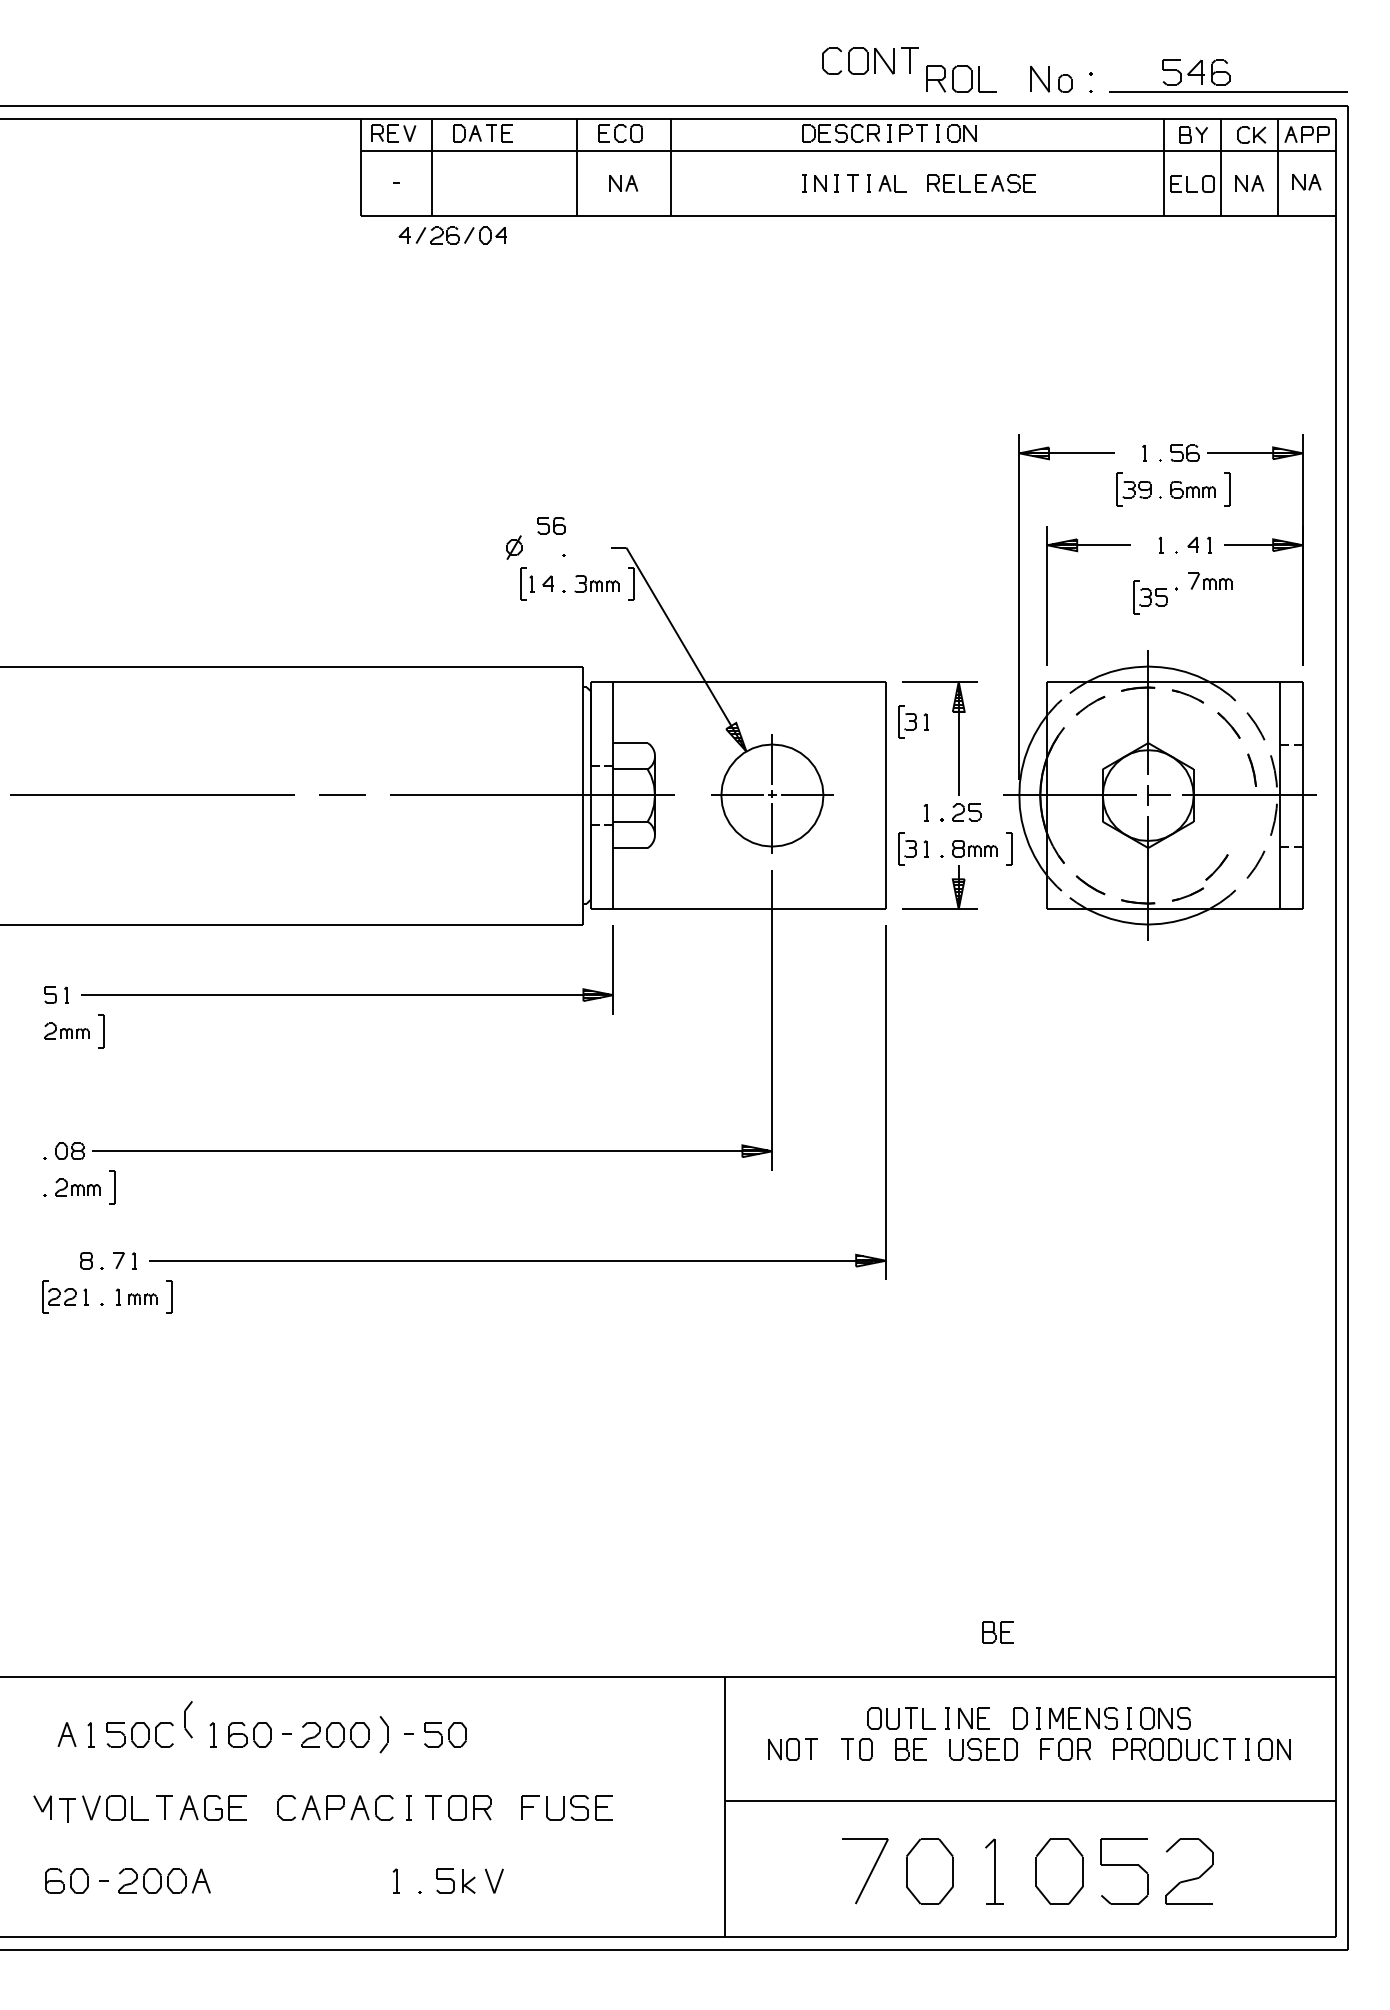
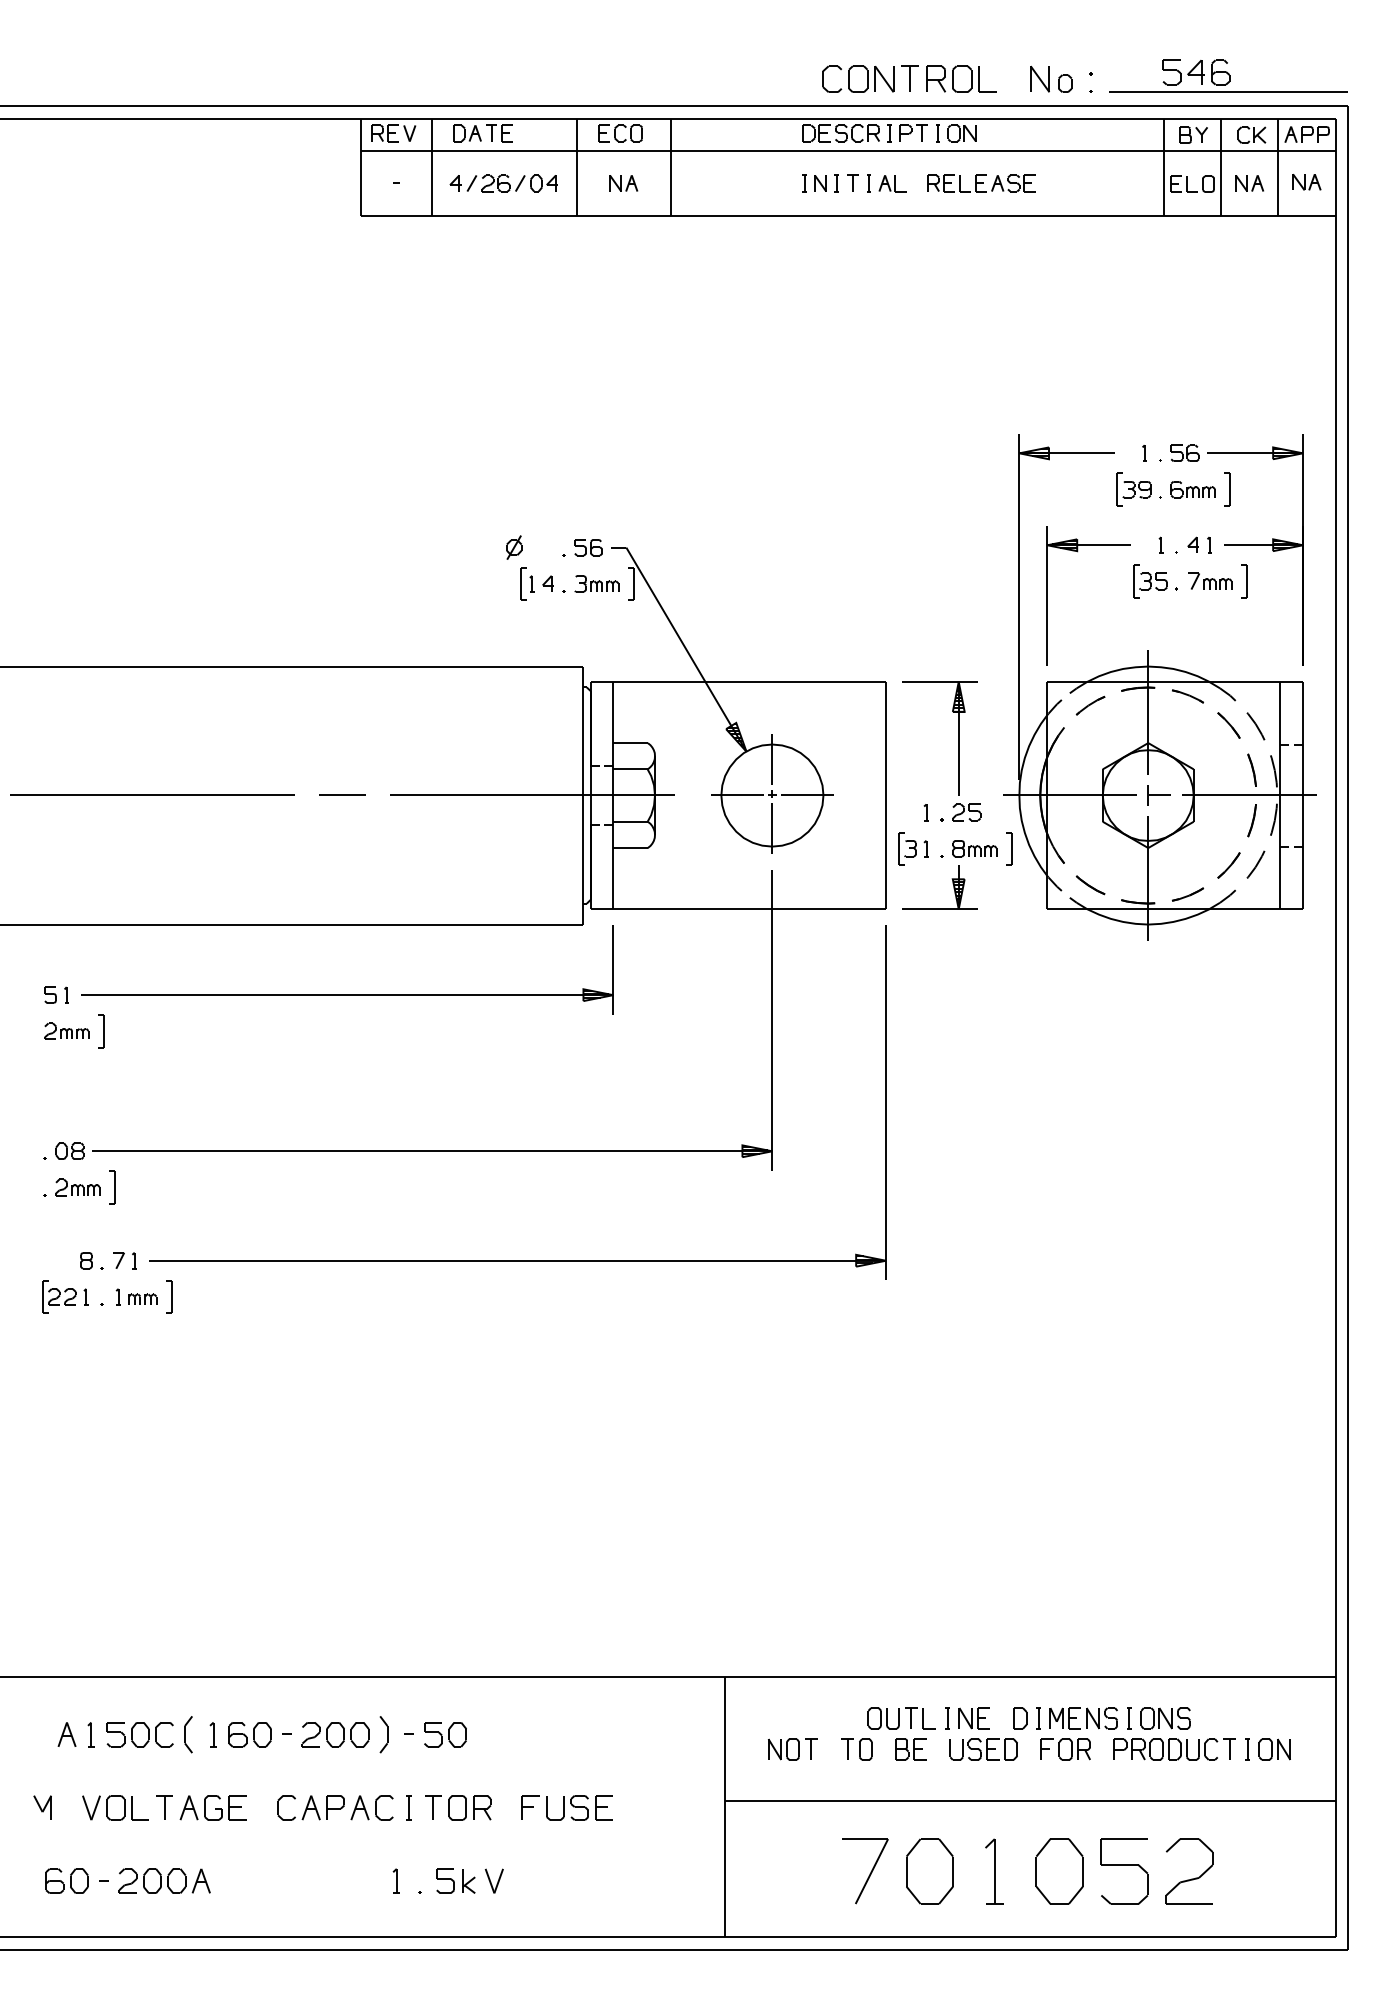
part at (870, 60) position: (870, 60) -> (870, 78)
part at (452, 235) position: (452, 235) -> (503, 183)
part at (551, 525) position: (551, 525) -> (588, 547)
part at (1244, 581): none -> present
part at (1150, 597) position: (1150, 597) -> (1150, 581)
part at (913, 721): present -> none
part at (1251, 820): none -> present
part at (1216, 867) position: (1216, 867) -> (1228, 865)
part at (997, 1632): present -> none
part at (188, 1719) position: (188, 1719) -> (188, 1734)
part at (67, 1810): present -> none
